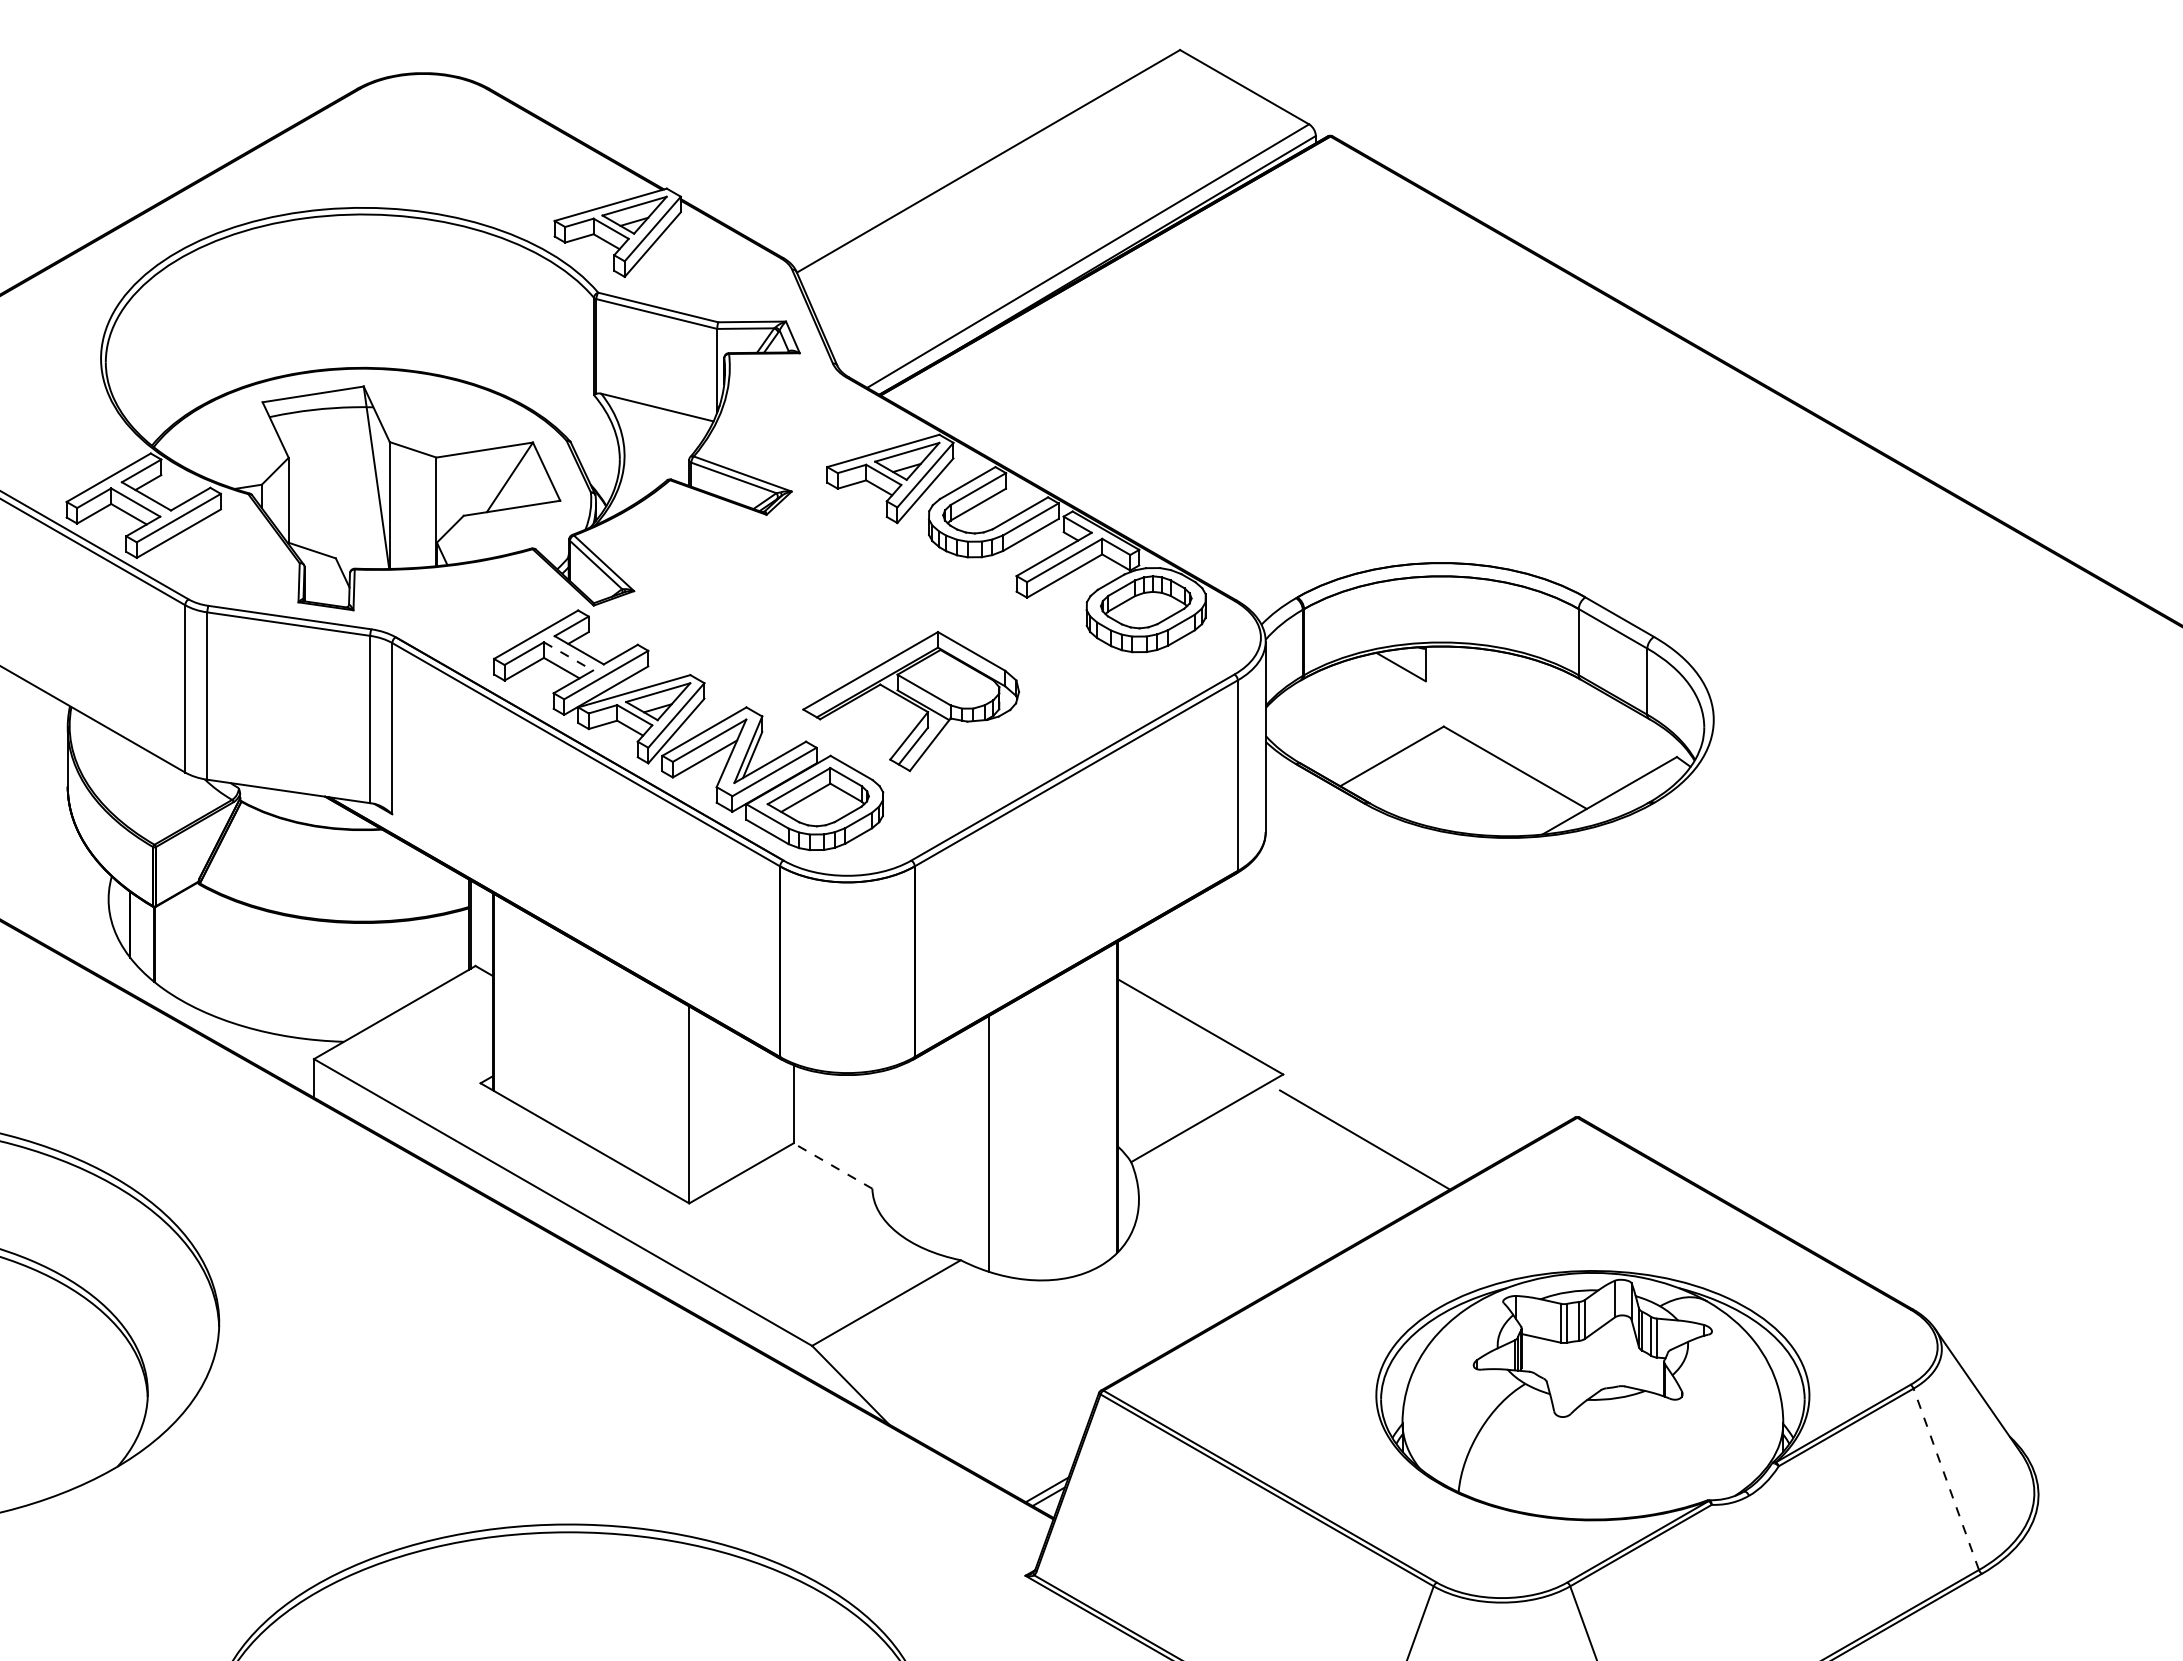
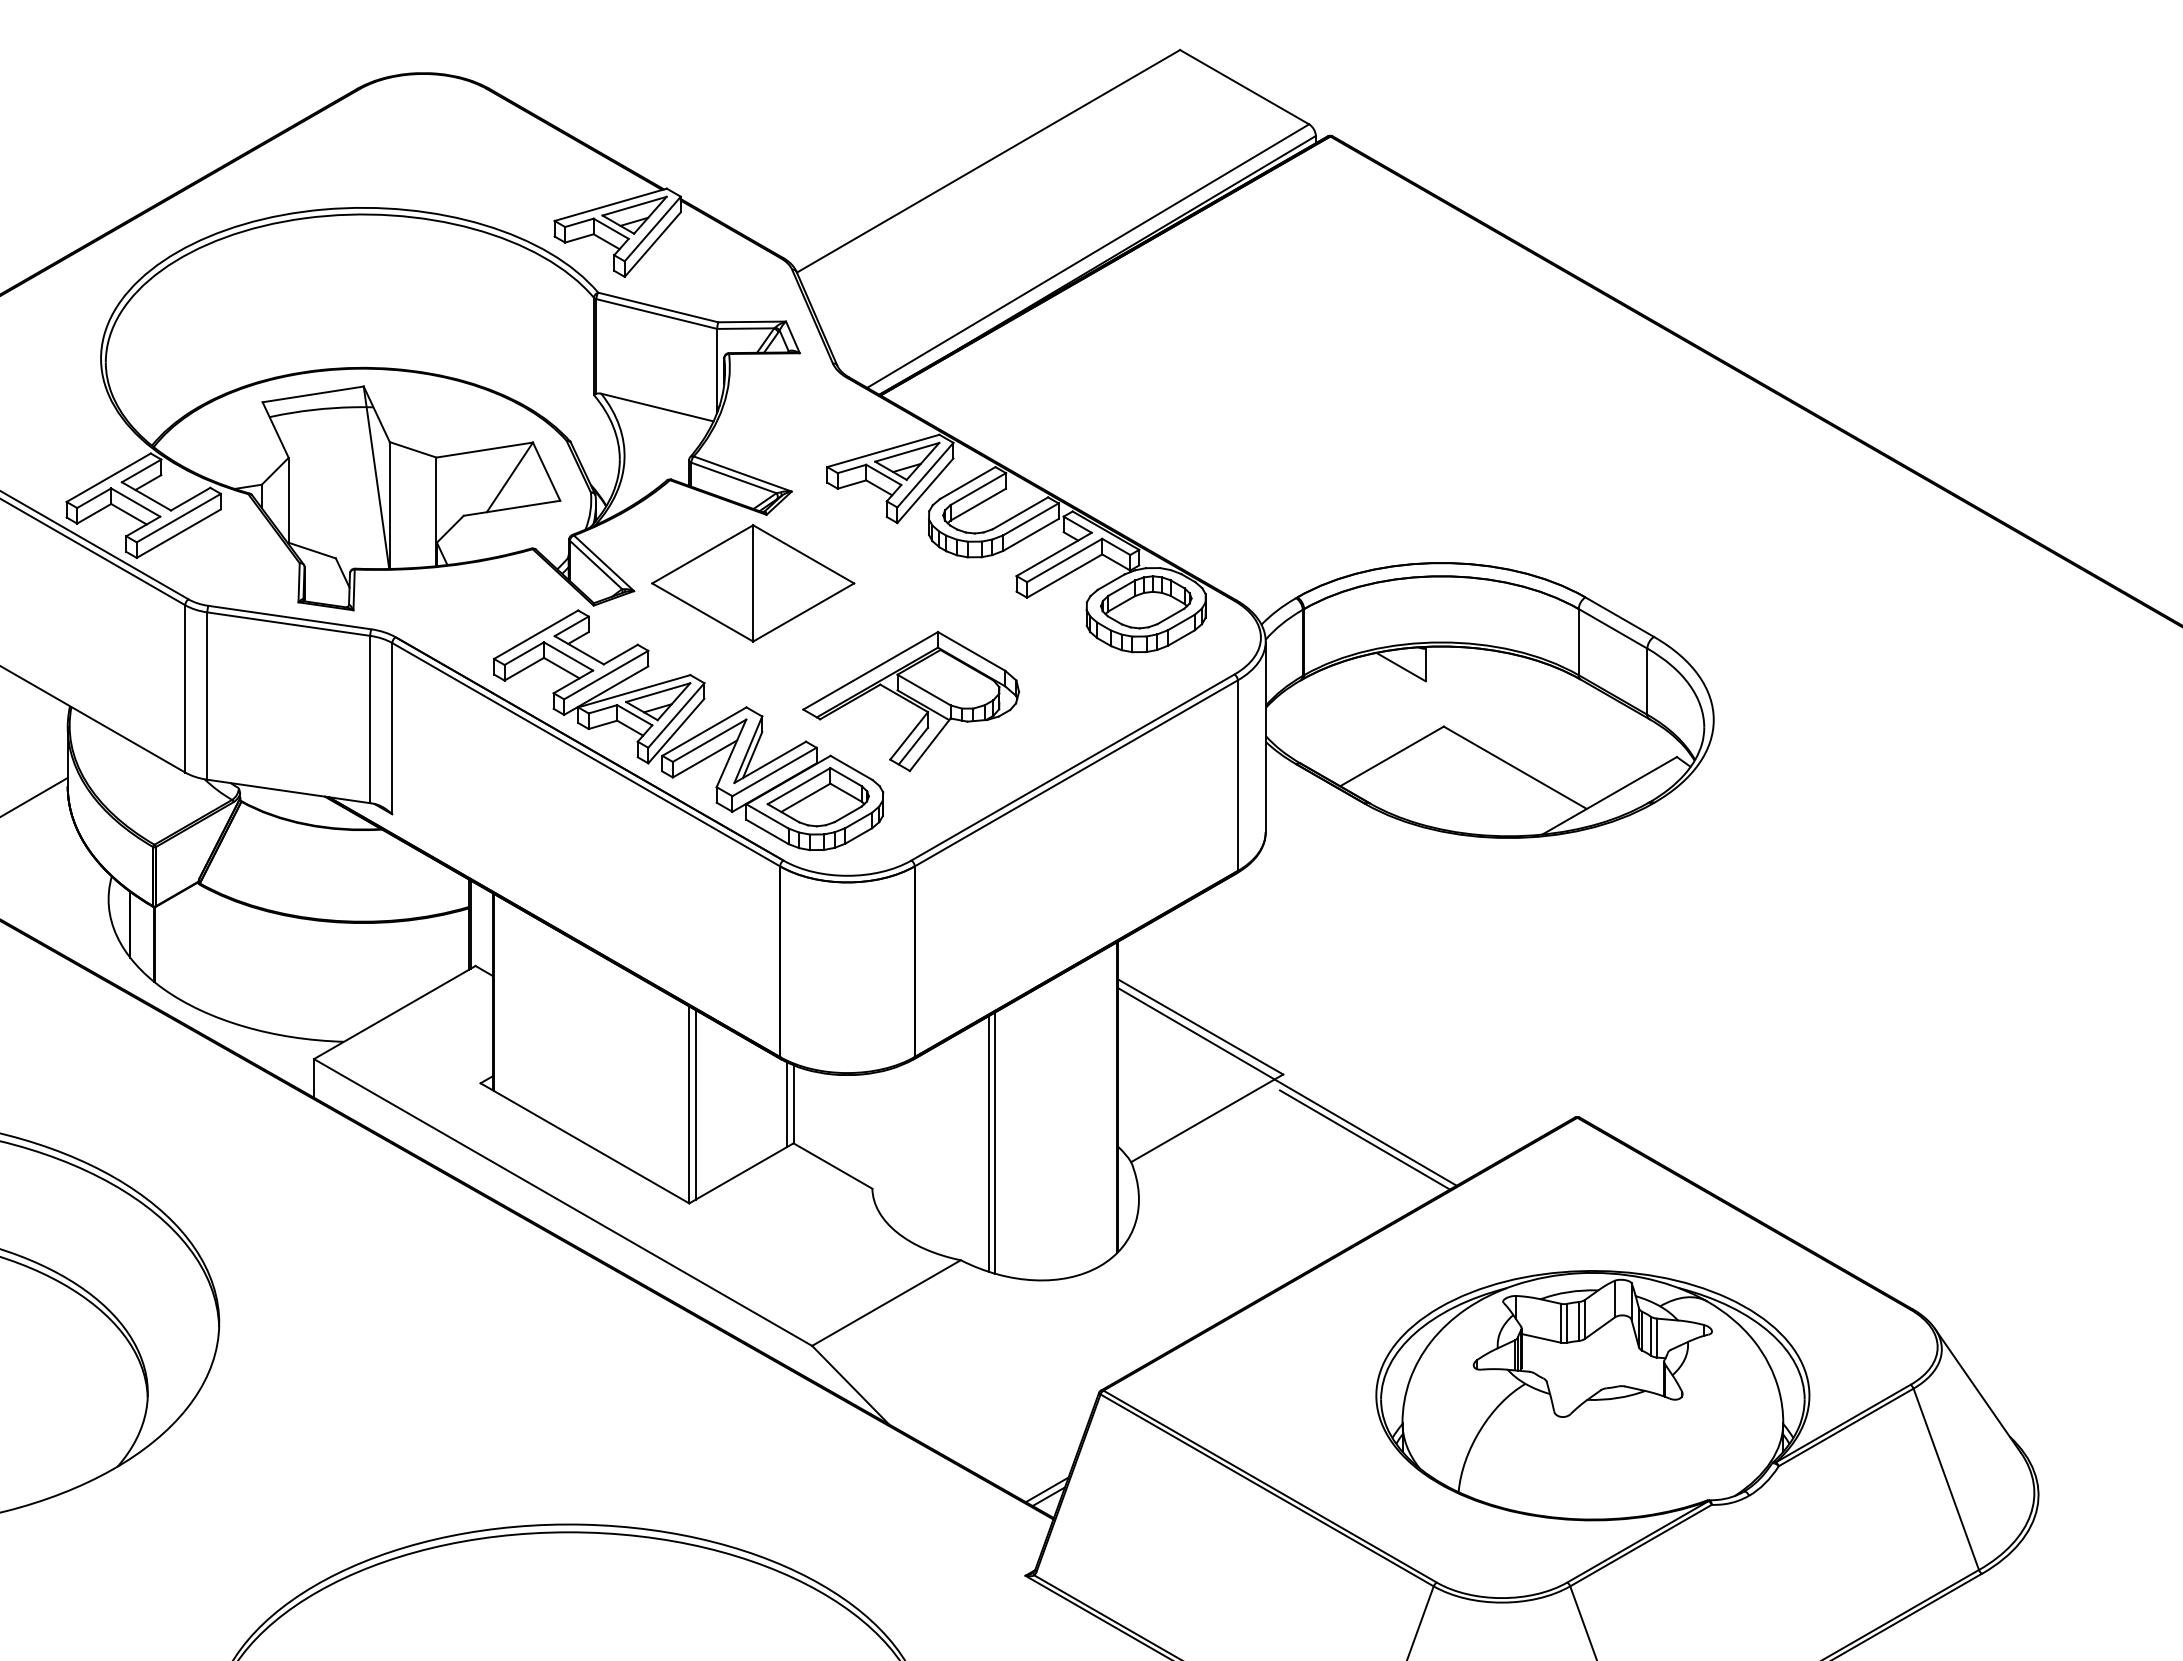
part at (753, 583): none -> present
line at (568, 656): dashed -> solid
line at (34, 796): none -> present
line at (1287, 1086): none -> present
line at (696, 1104): none -> present
line at (786, 1104): none -> present
line at (995, 1142): none -> present
line at (832, 1165): dashed -> solid
line at (1946, 1478): dashed -> solid
